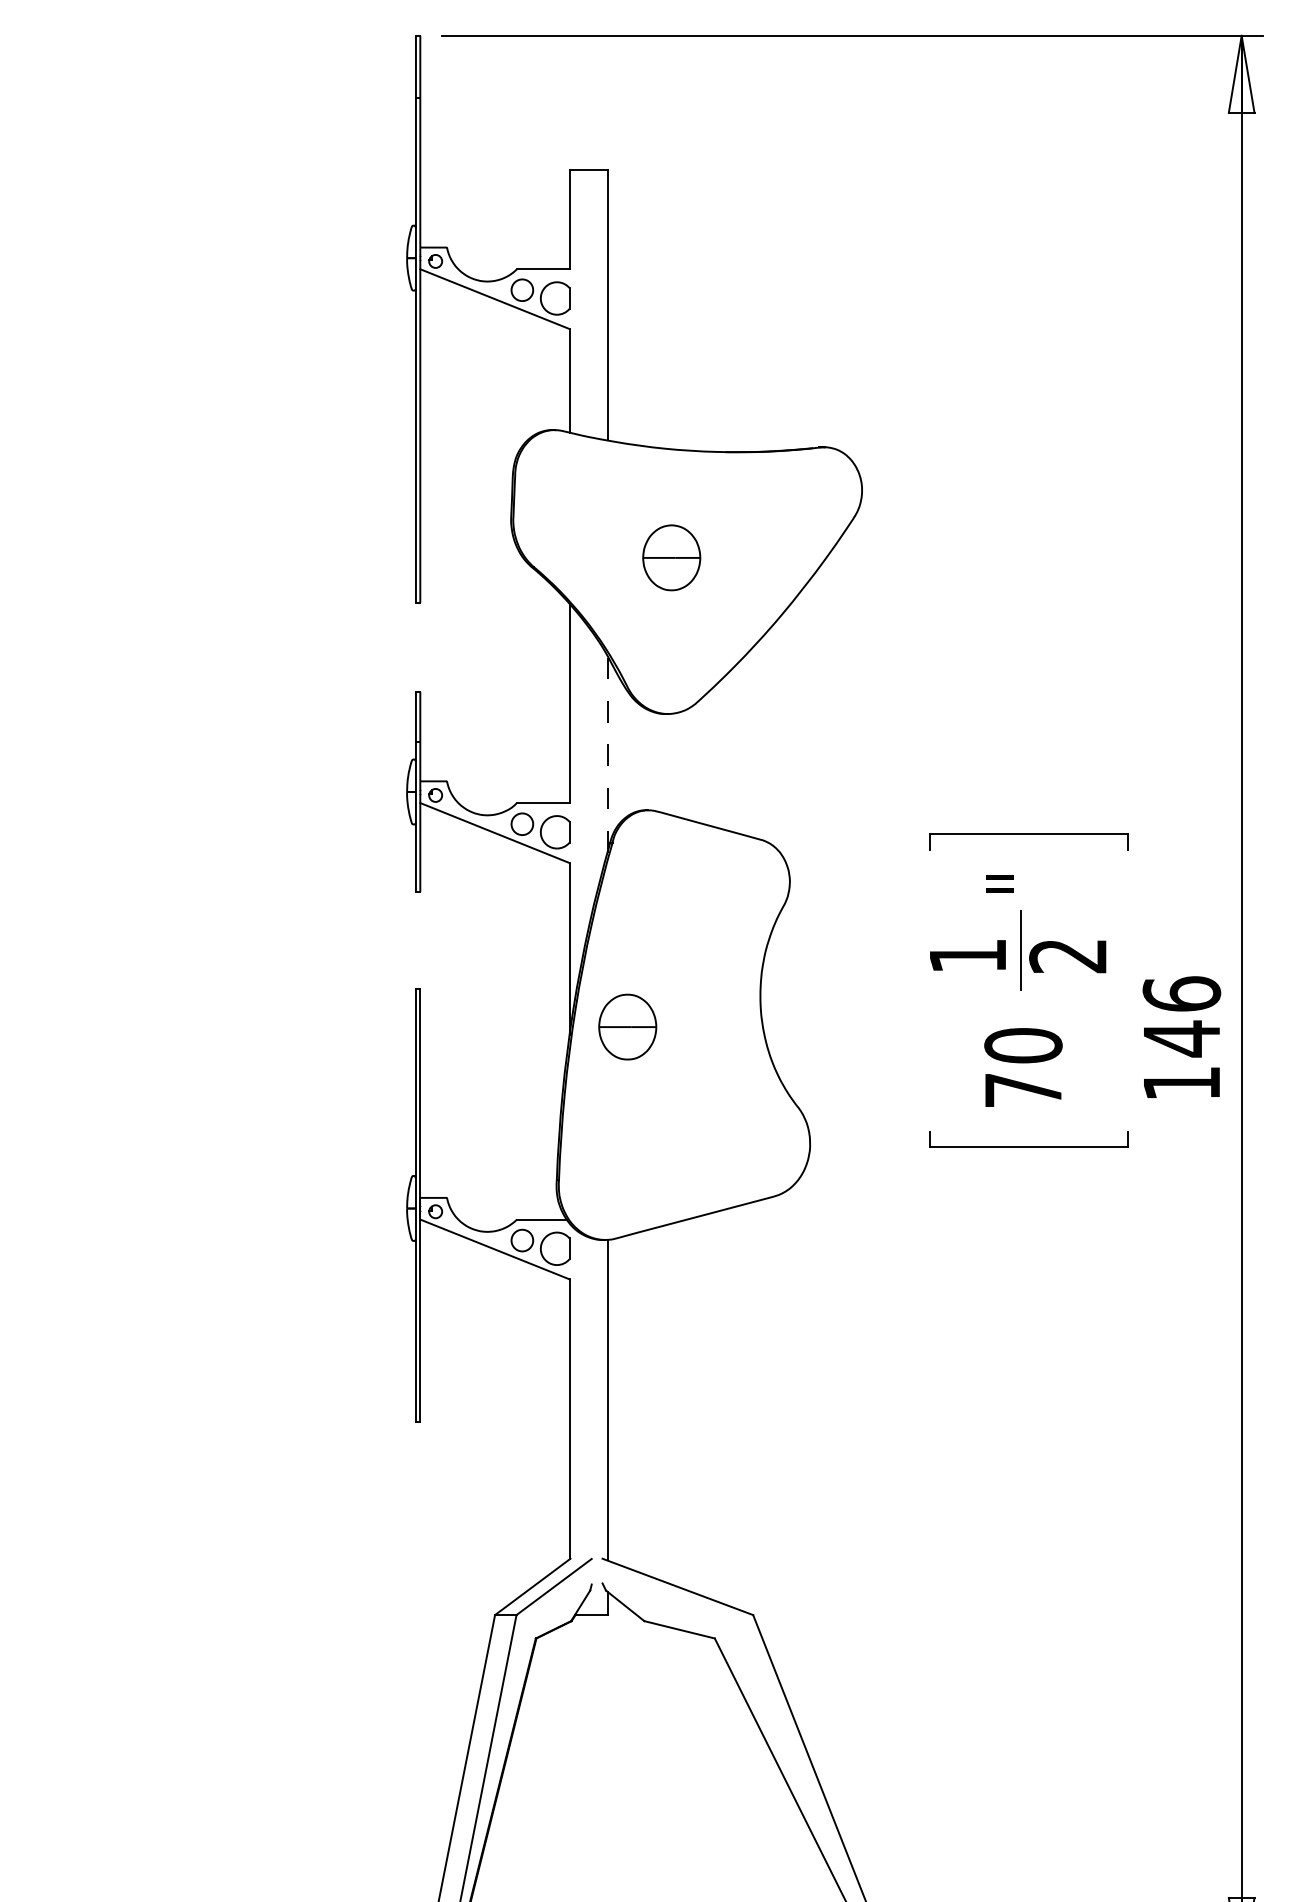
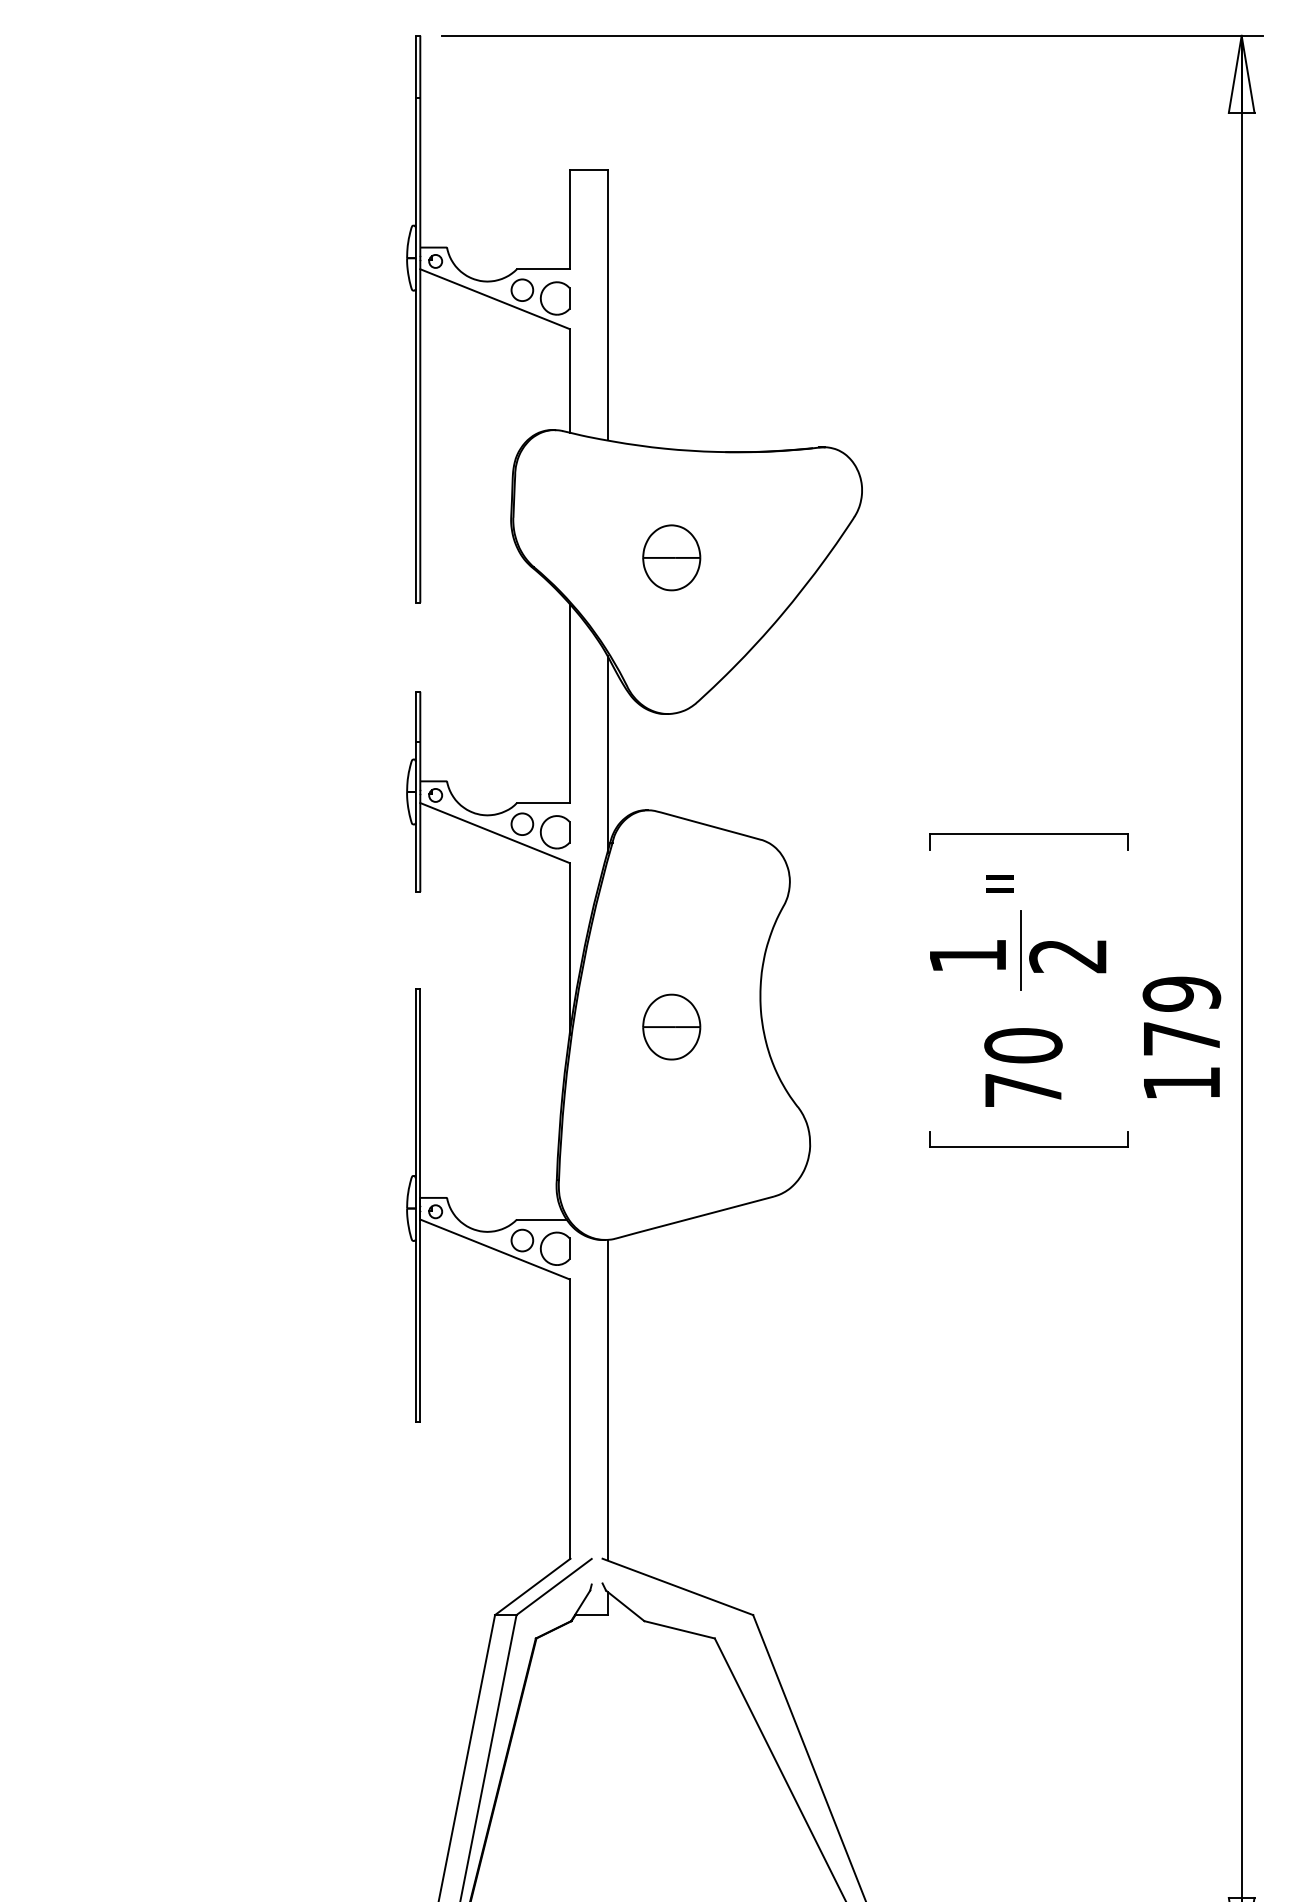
line at (607, 753): dashed -> solid
text at (1181, 1016): 146 -> 179
part at (627, 1026) position: (627, 1026) -> (671, 1026)
